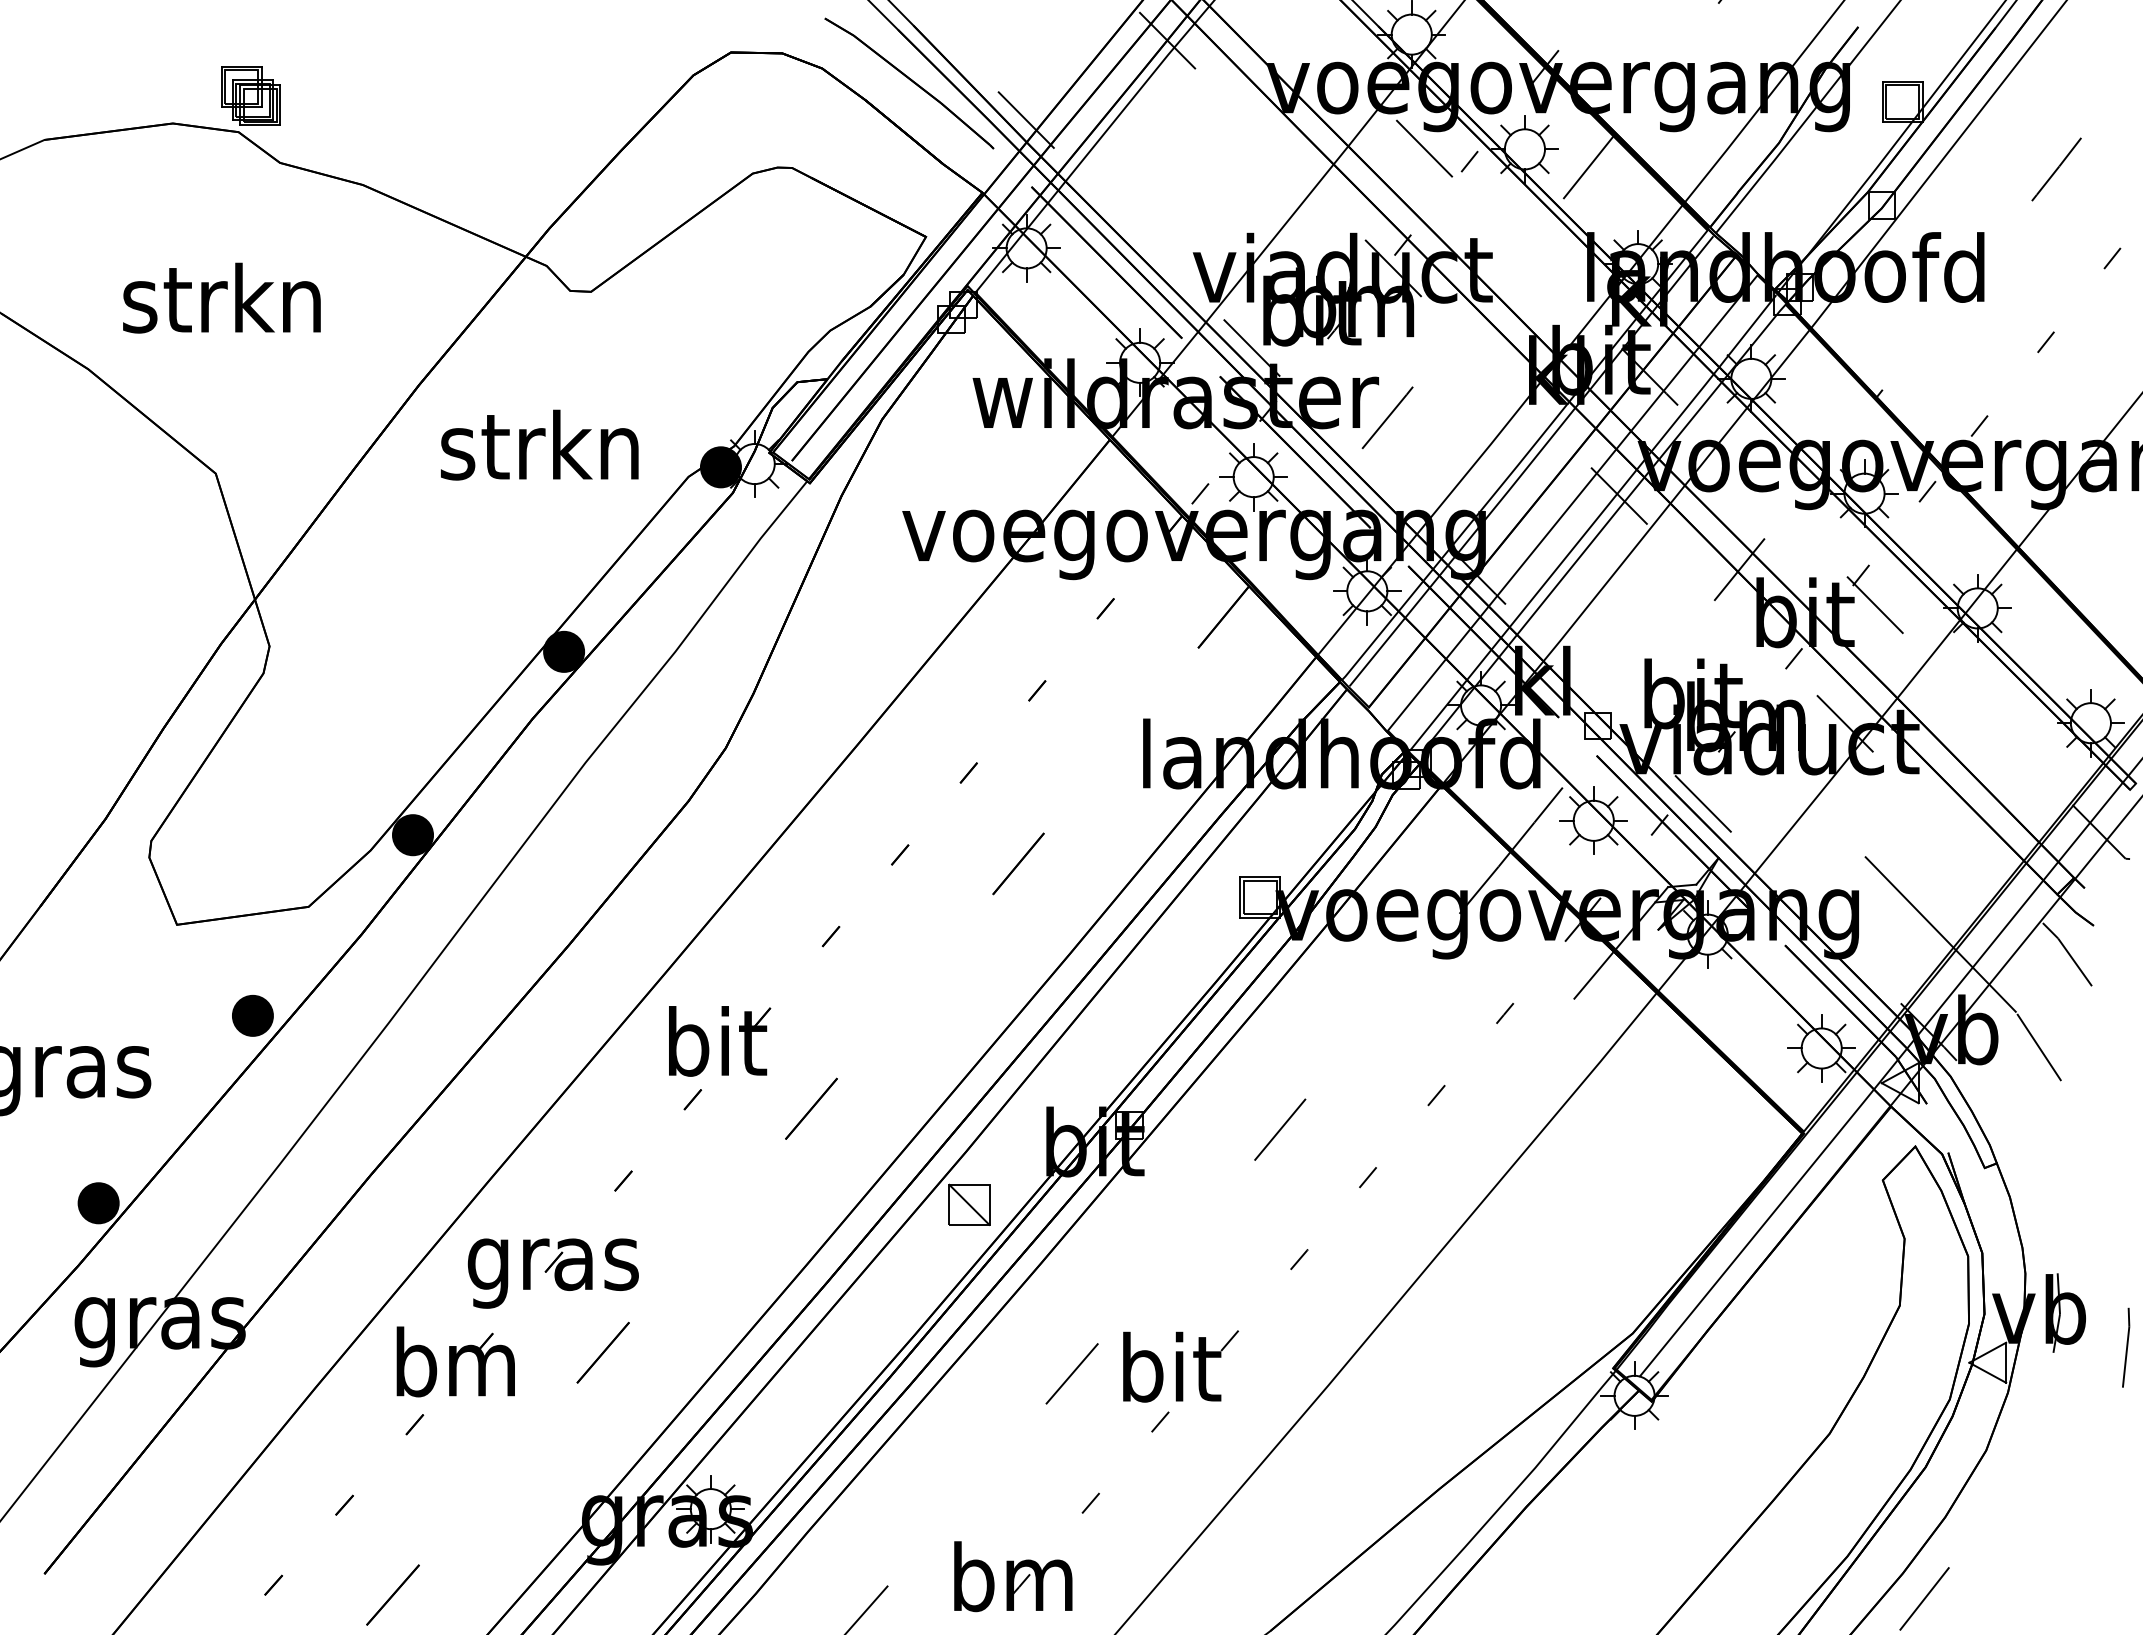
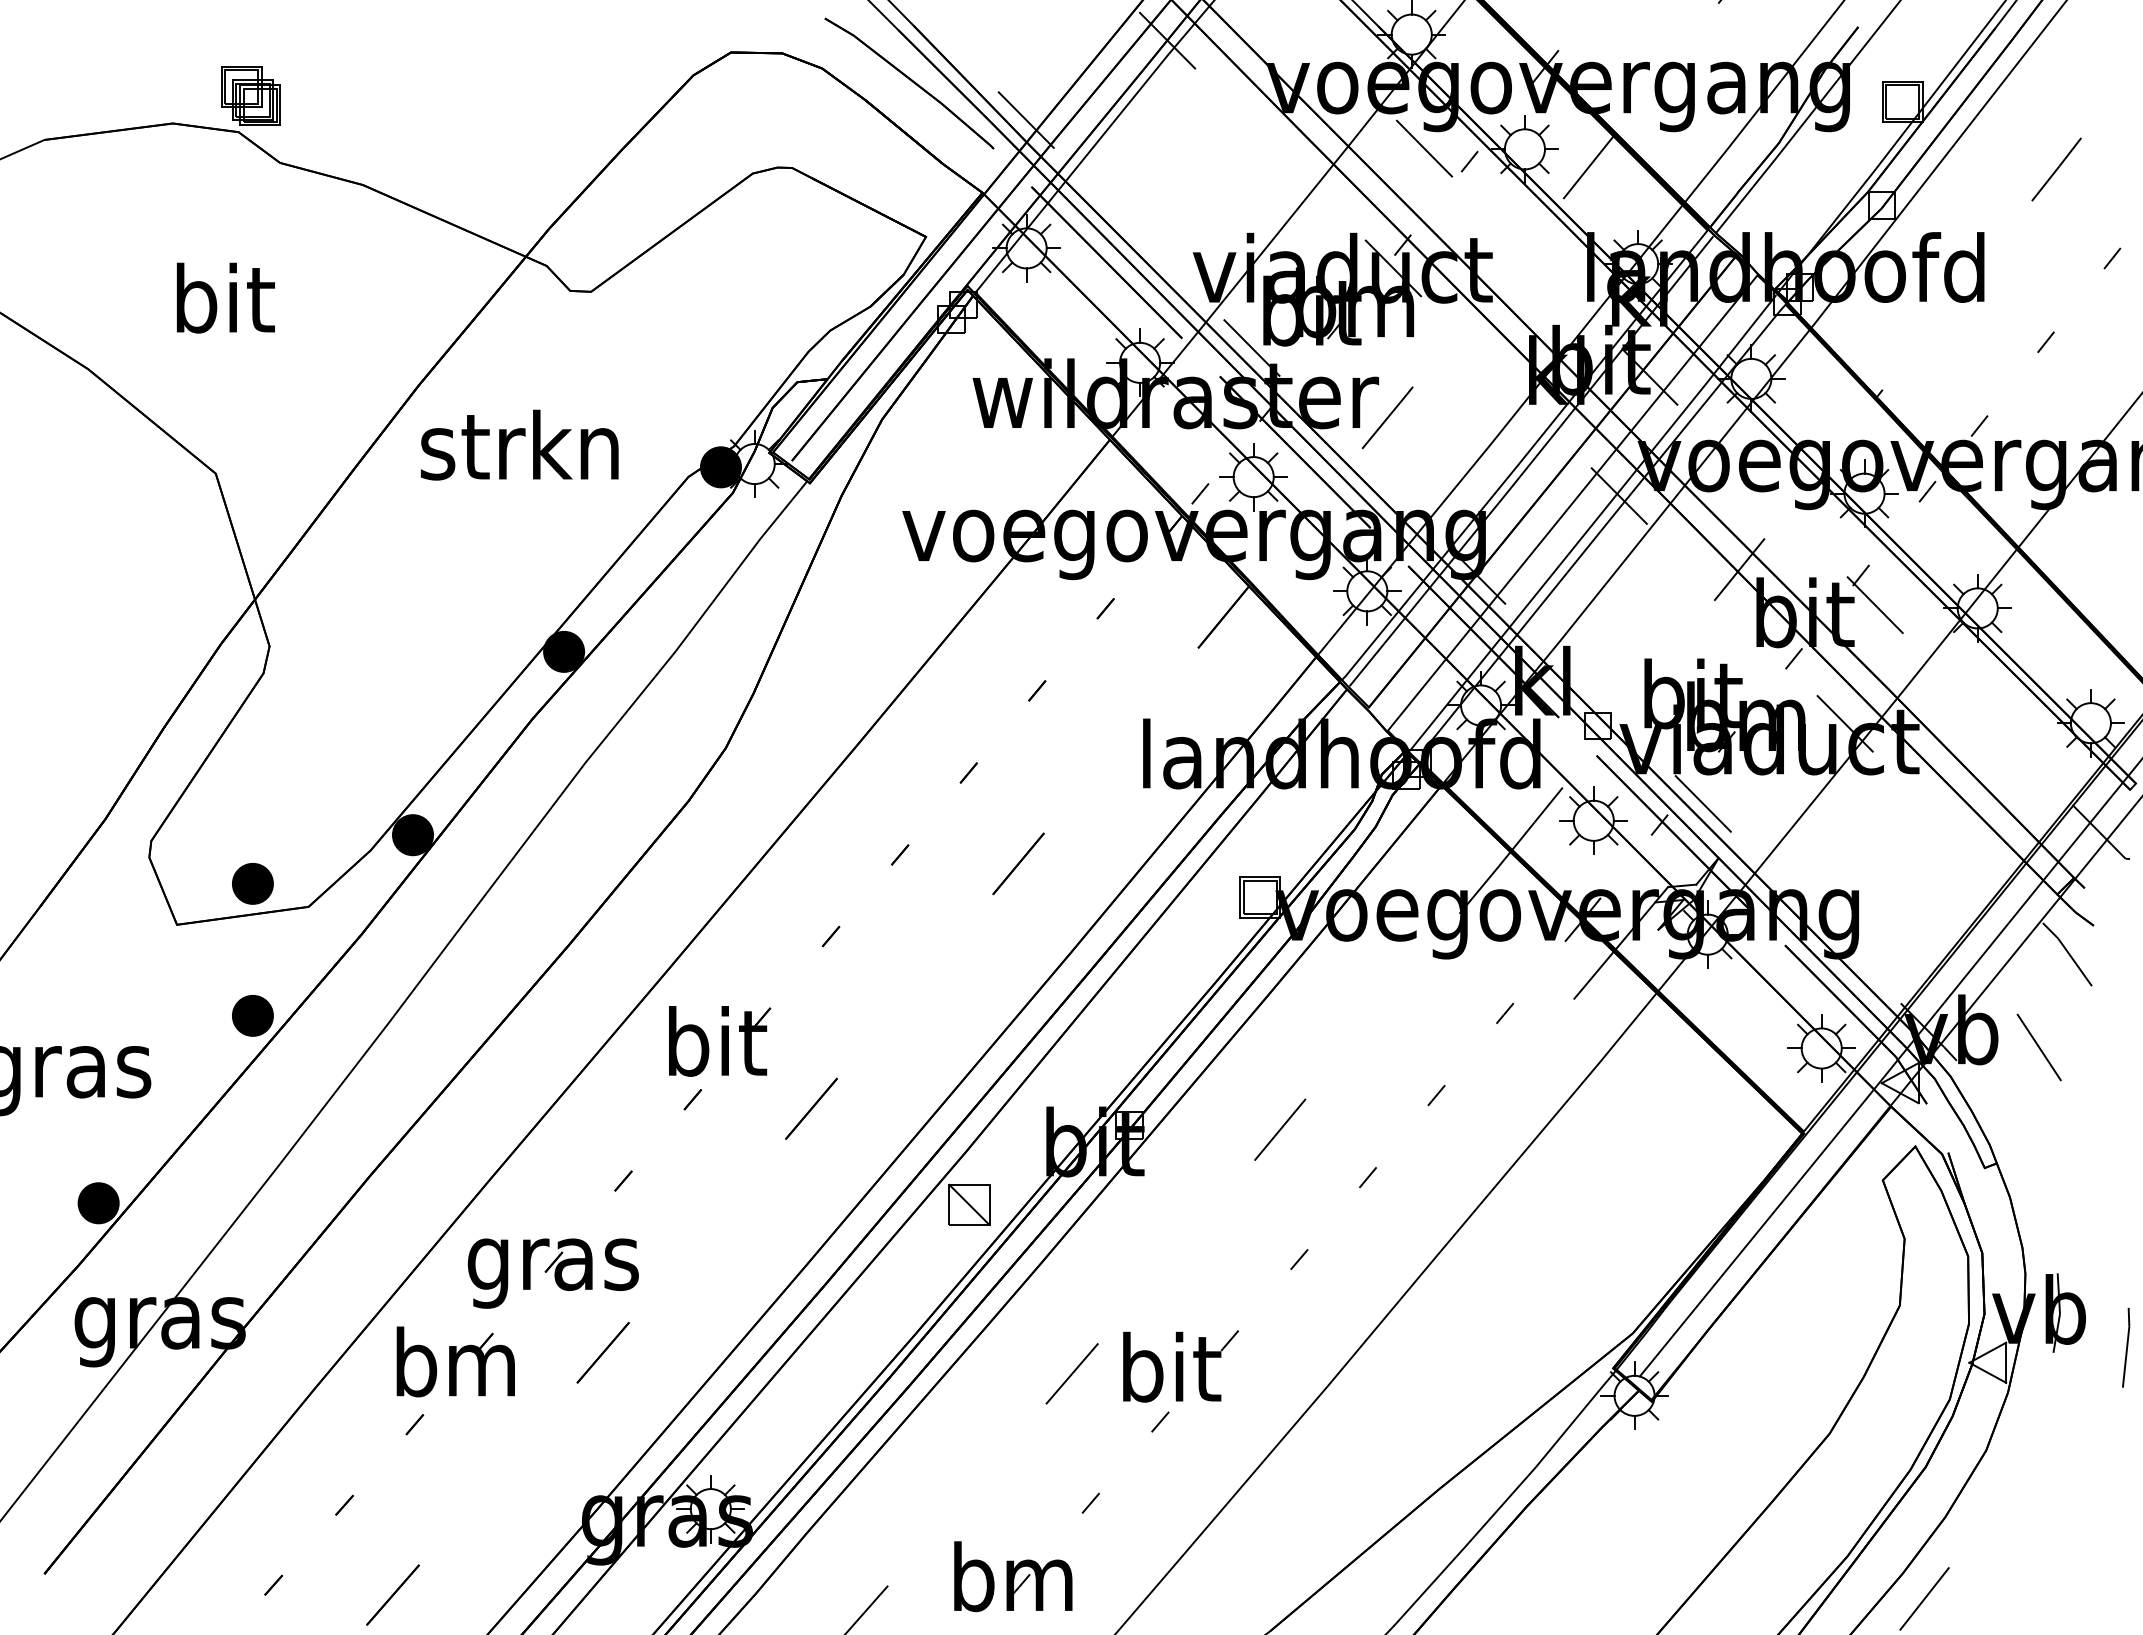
text at (221, 297): strkn -> bit
text at (539, 444) position: (539, 444) -> (519, 444)
part at (252, 883): none -> present
line at (1940, 934): present -> none
